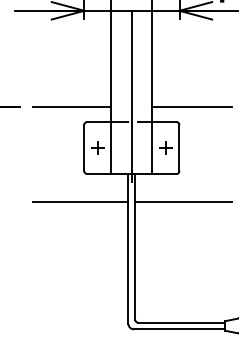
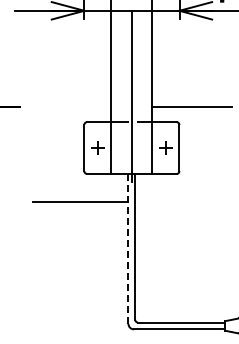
line at (72, 107): present -> none
line at (183, 202): present -> none
line at (128, 248): solid -> dashed
